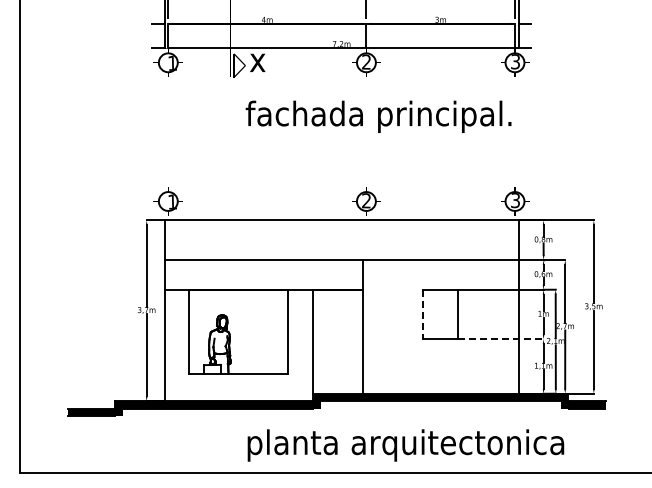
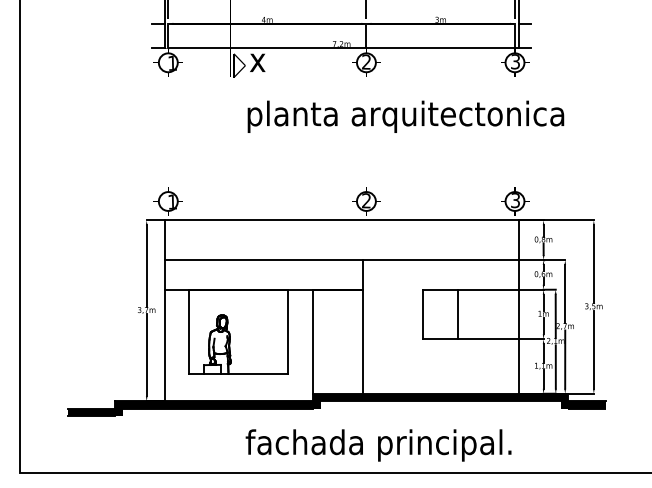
text at (404, 116): fachada principal. -> planta arquitectonica
line at (423, 314): dashed -> solid
line at (500, 339): dashed -> solid
text at (404, 445): planta arquitectonica -> fachada principal.
